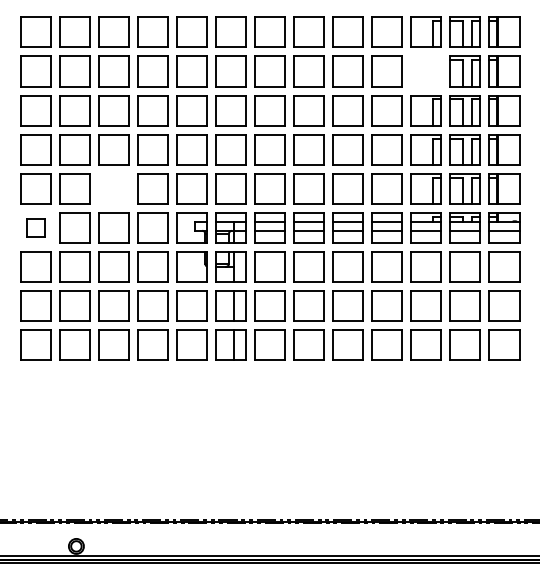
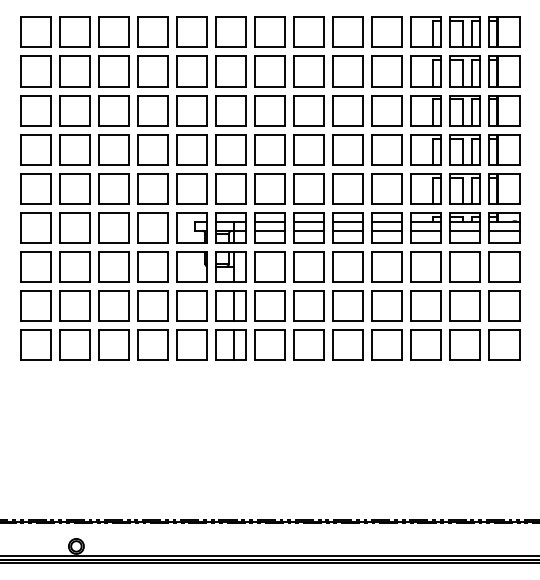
part at (425, 71): none -> present
part at (113, 188): none -> present
part at (35, 227) size: 20x20 px -> 32x32 px
